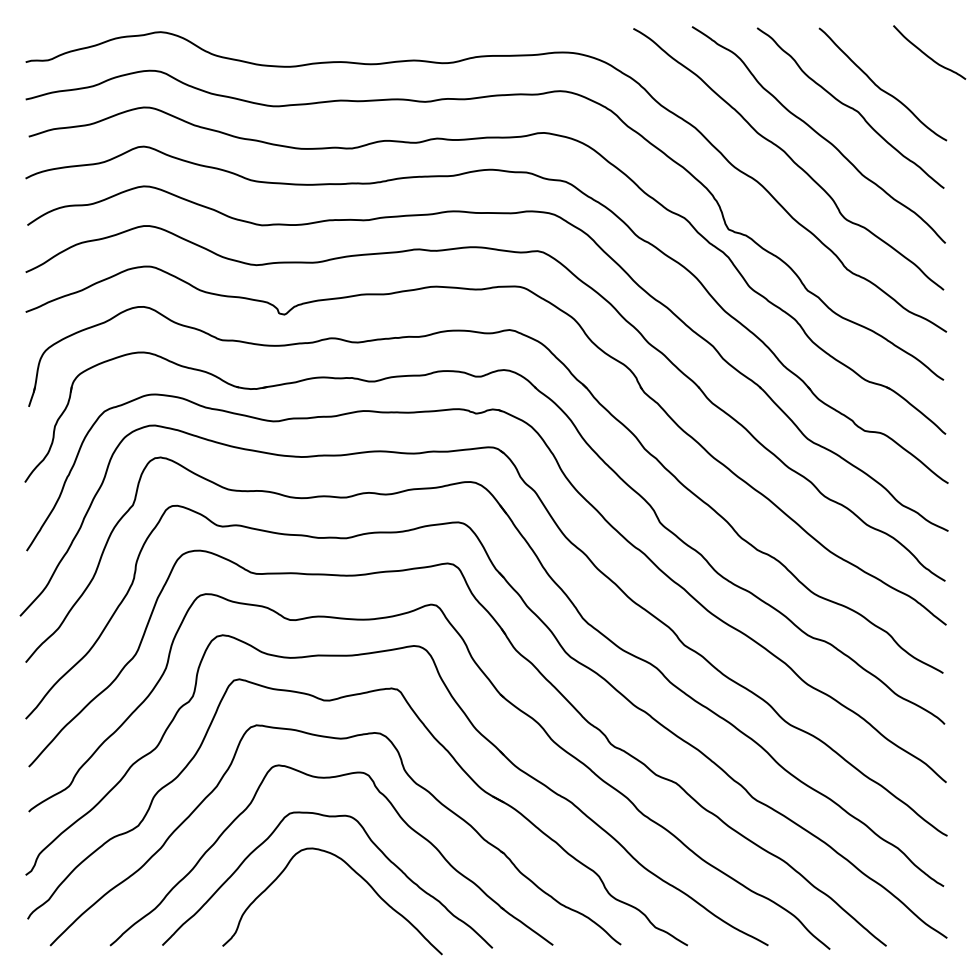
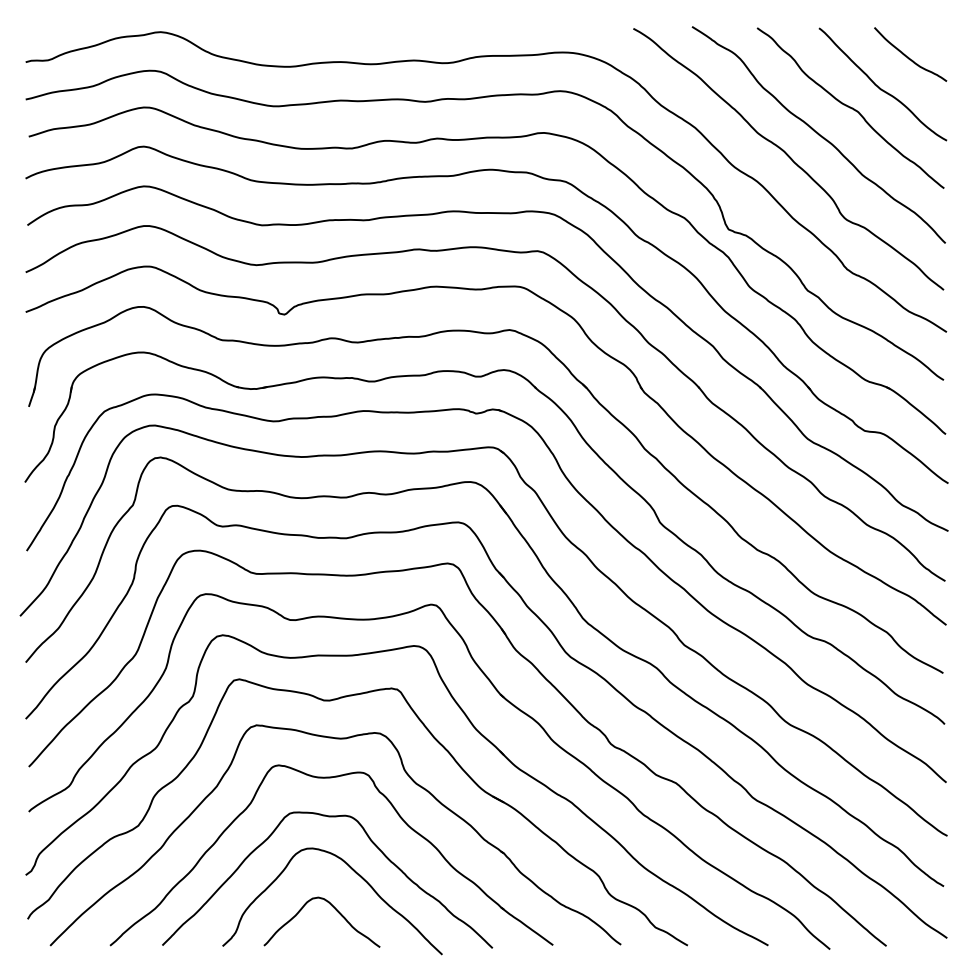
curve at (927, 54) position: (927, 54) -> (908, 56)
curve at (335, 910): none -> present
